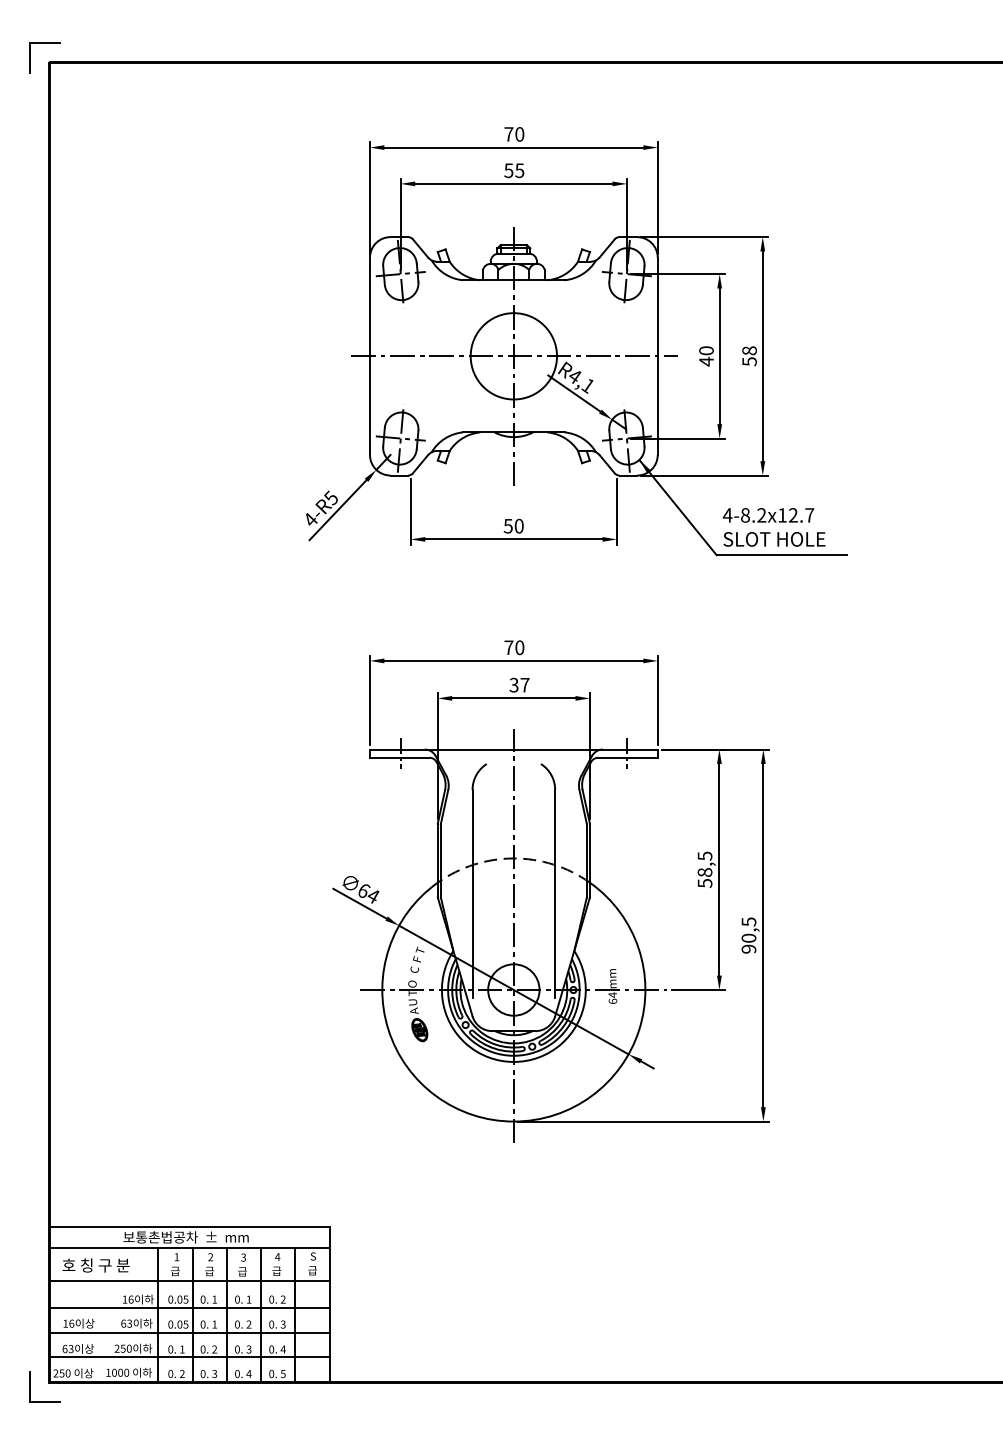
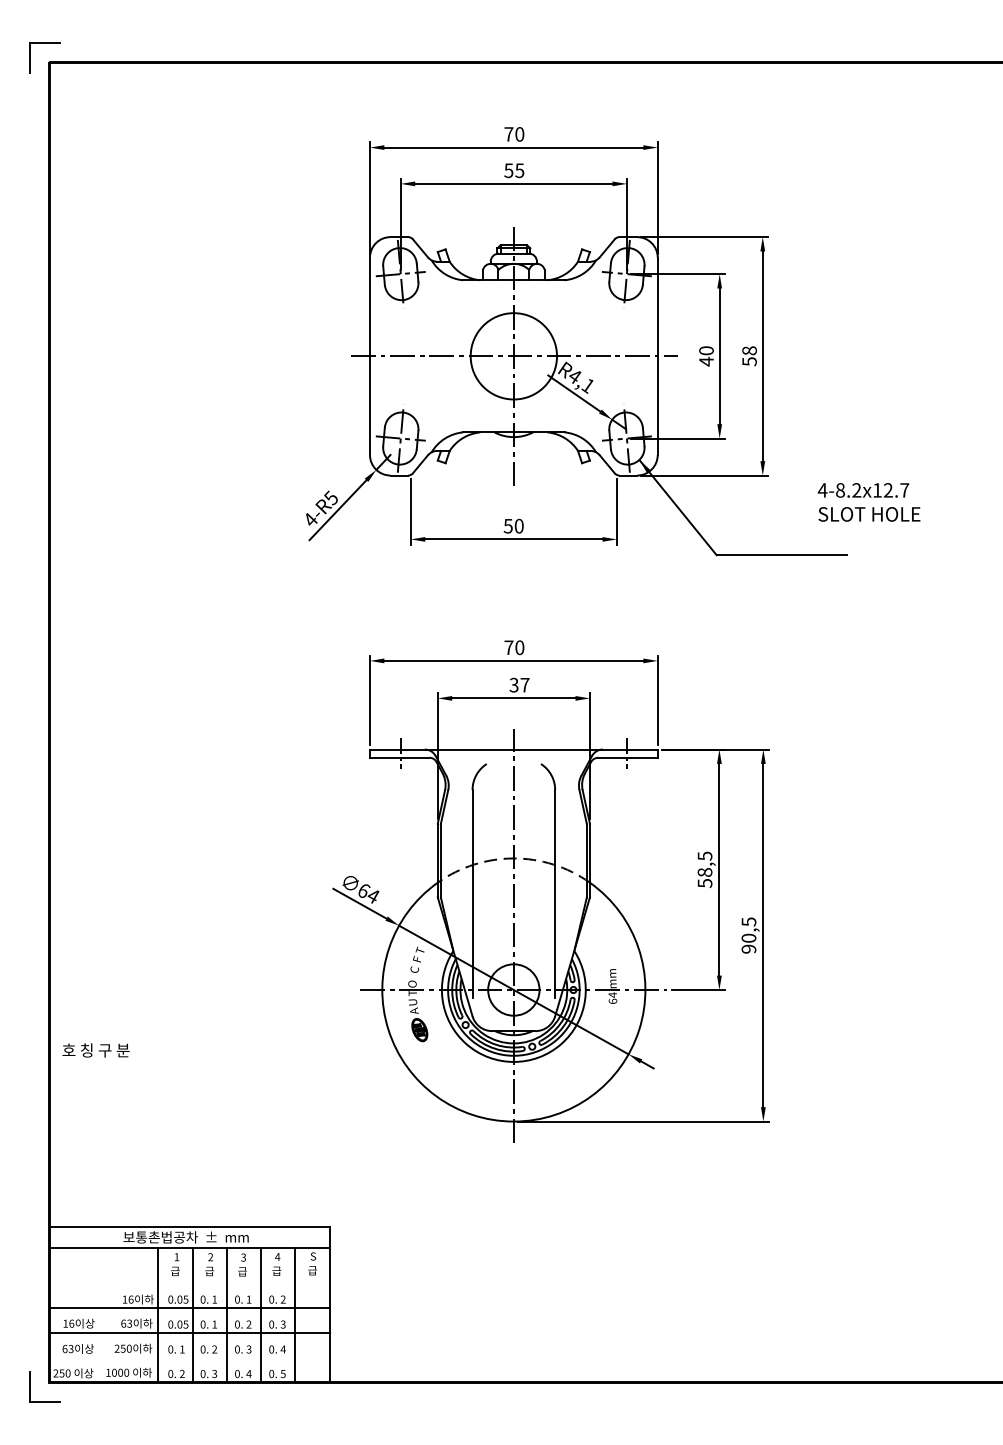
text at (773, 527) position: (773, 527) -> (868, 502)
text at (95, 1265) position: (95, 1265) -> (95, 1050)
line at (189, 1281): present -> none
line at (189, 1357): present -> none
